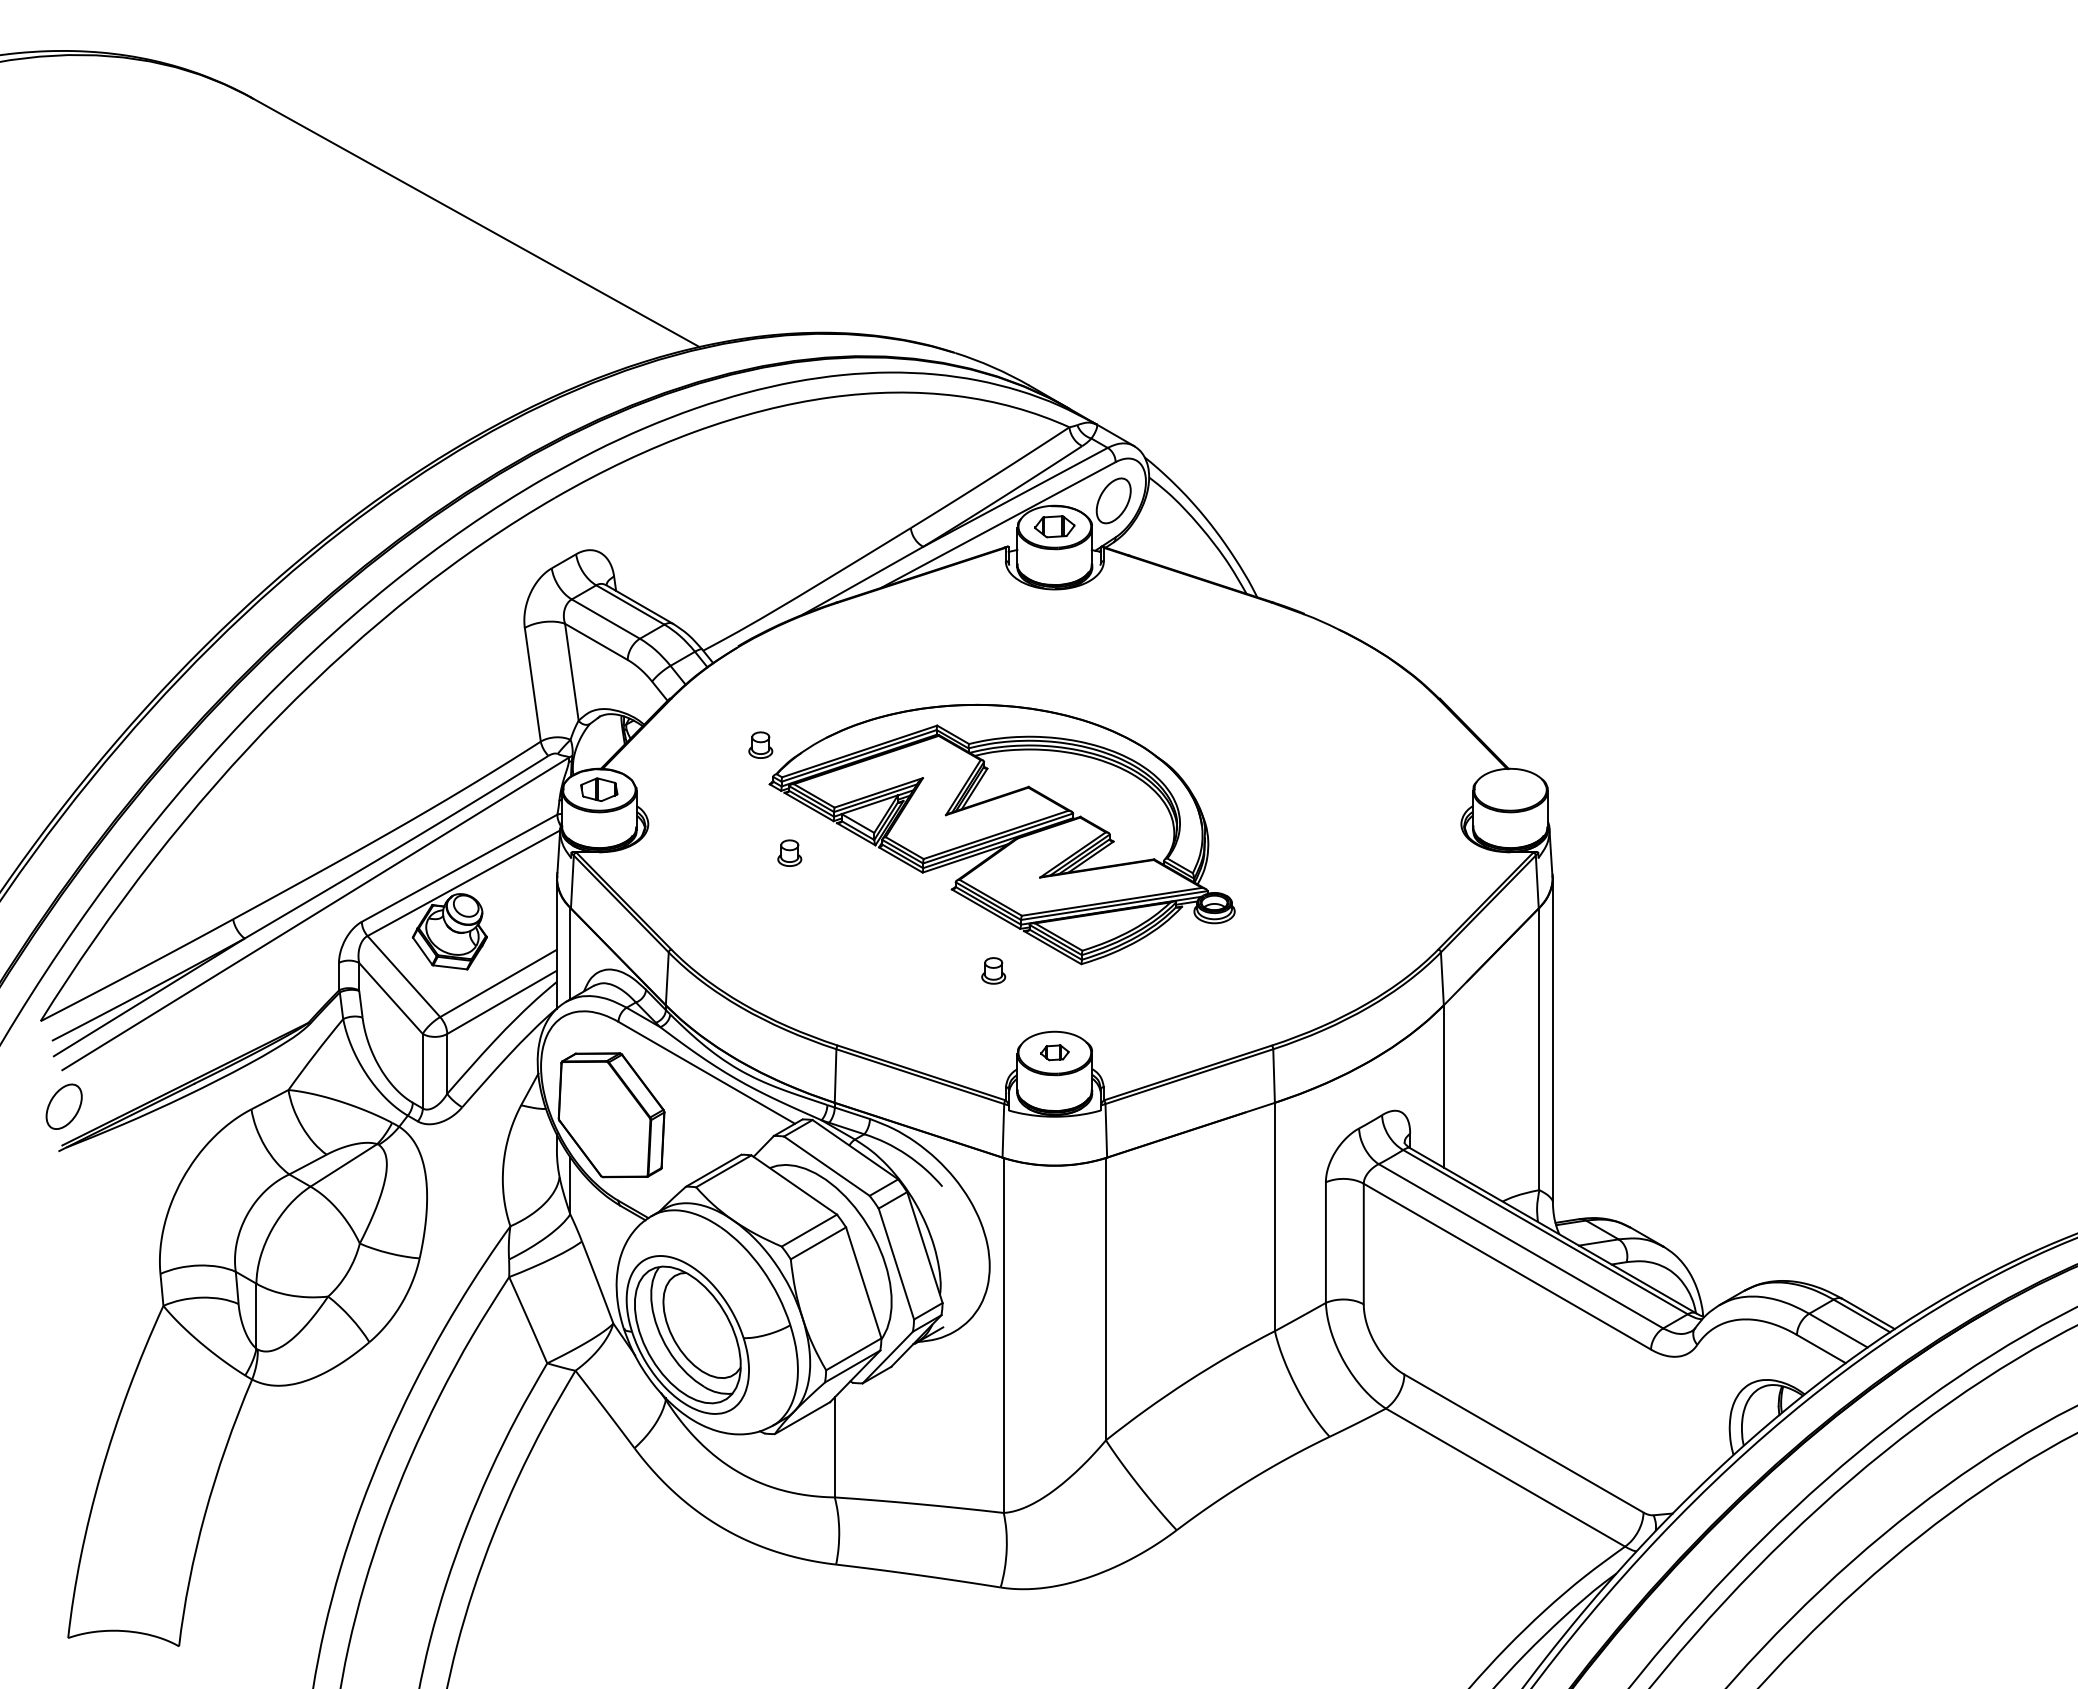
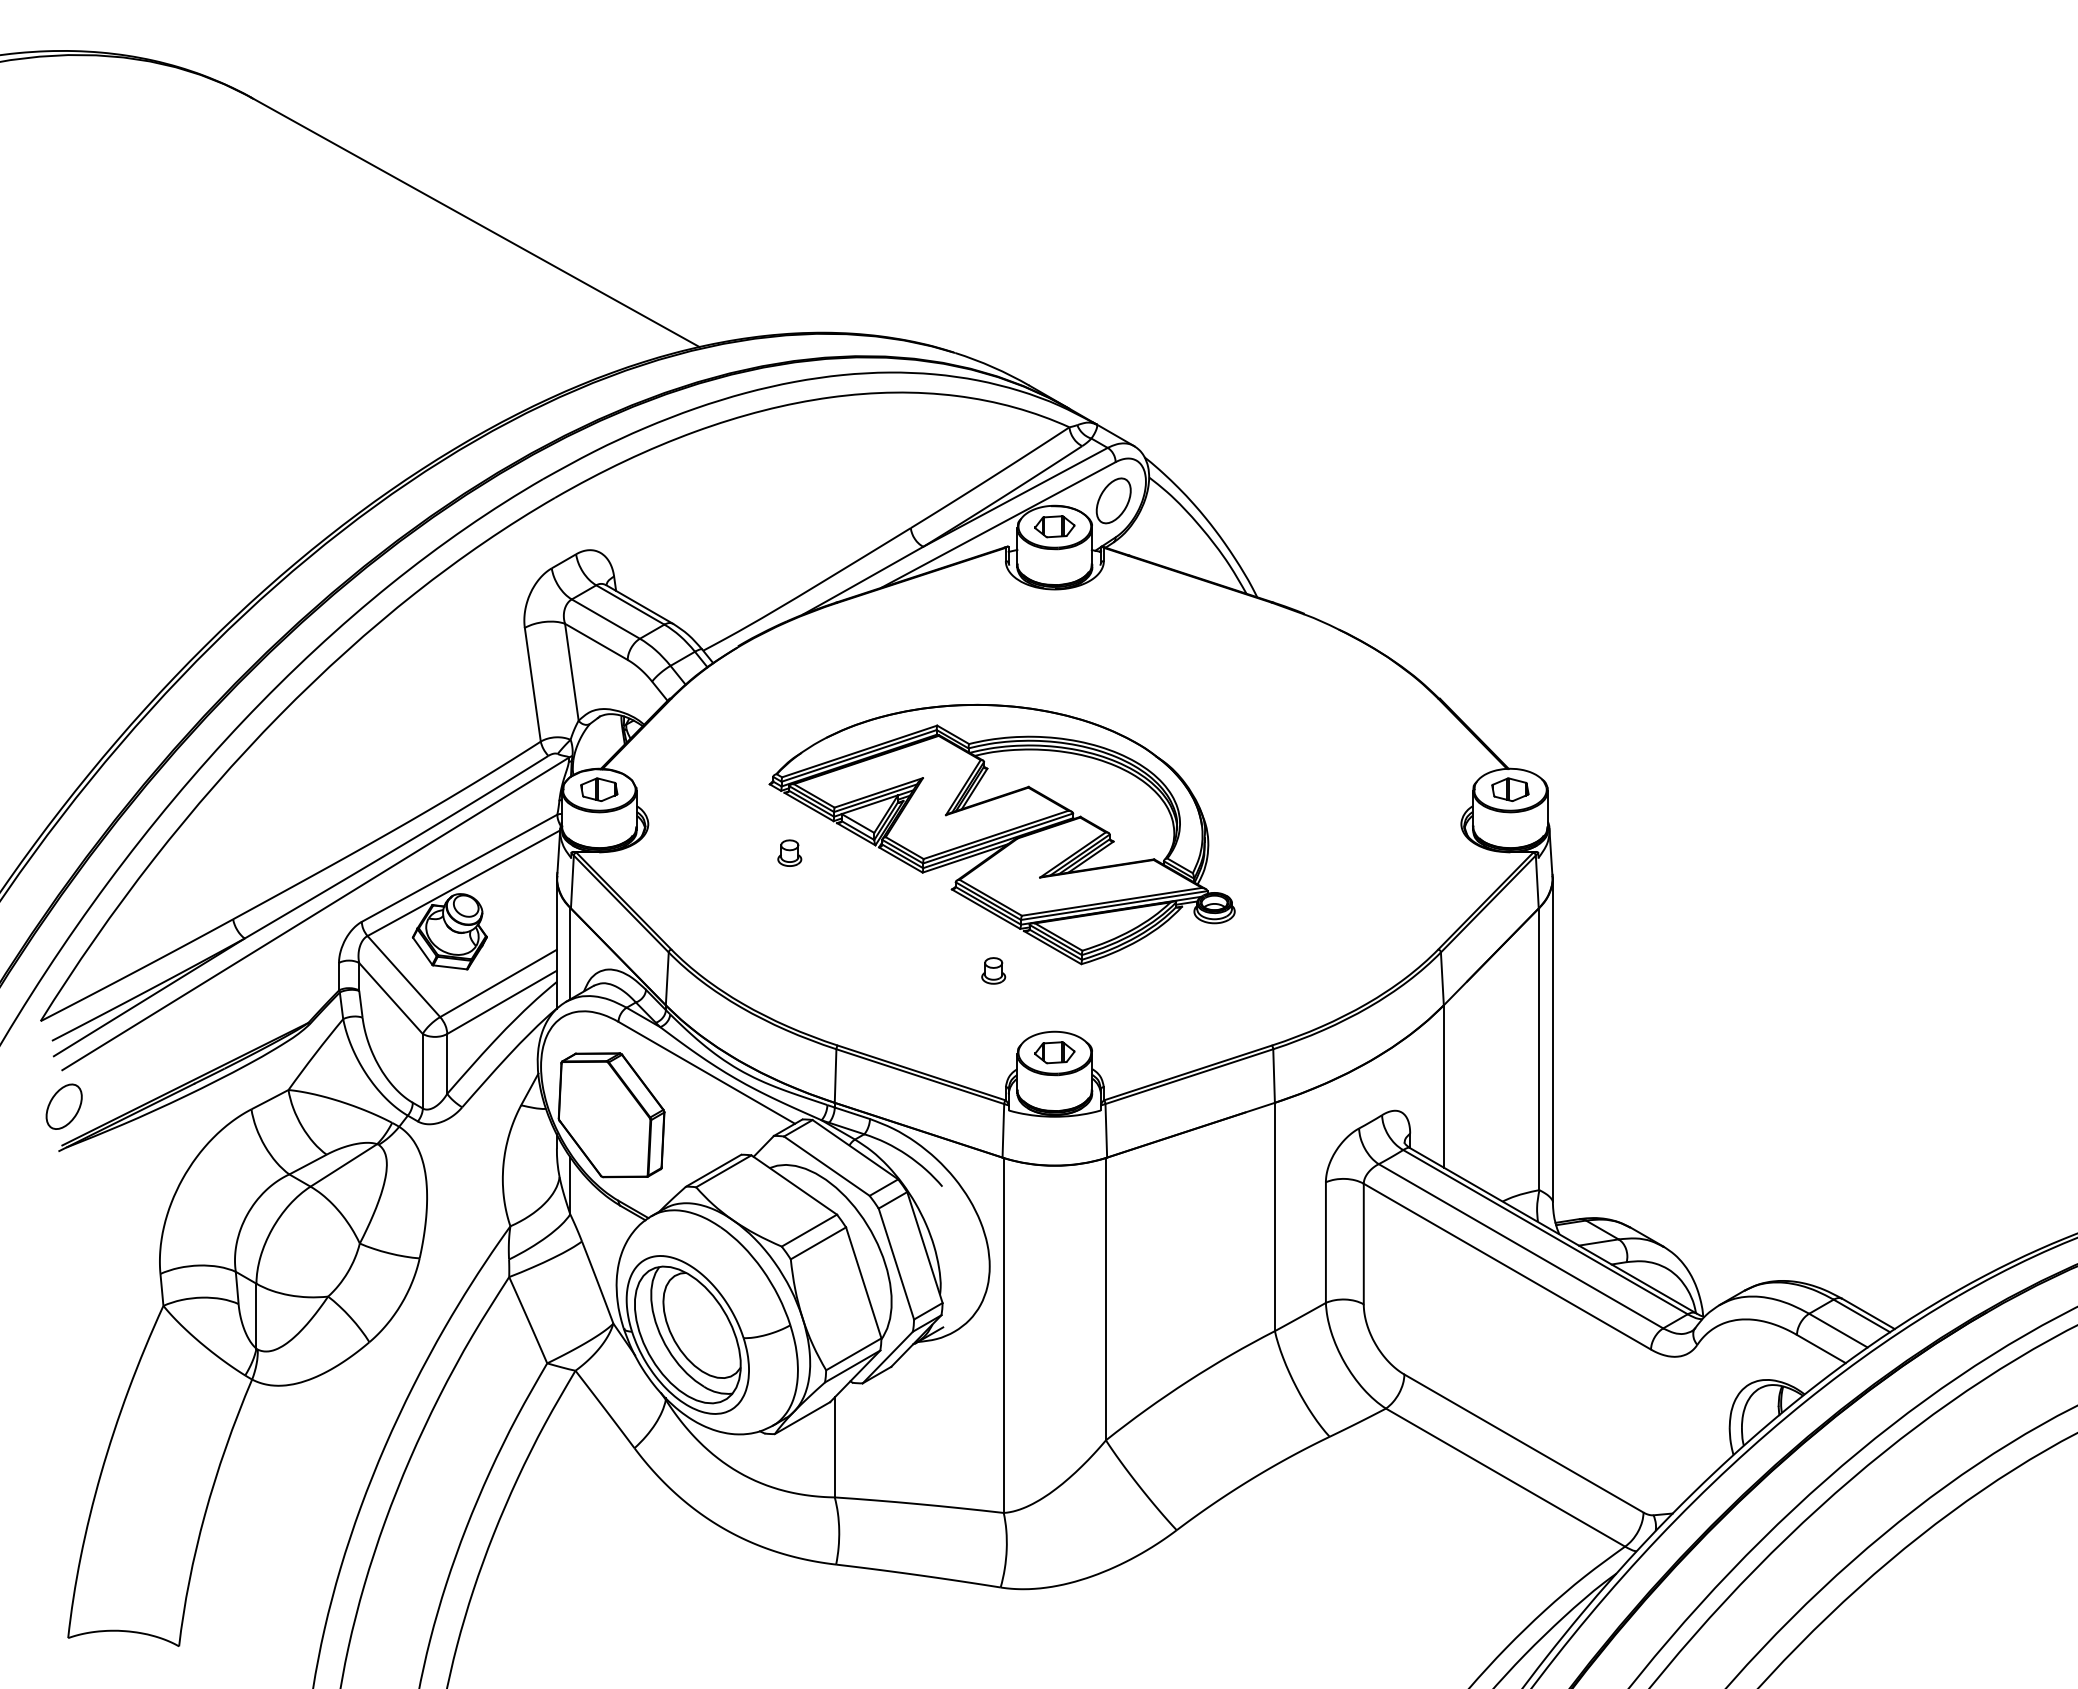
part at (760, 744): present -> none
part at (1510, 789): none -> present
part at (1054, 1052) size: 30x18 px -> 42x24 px
